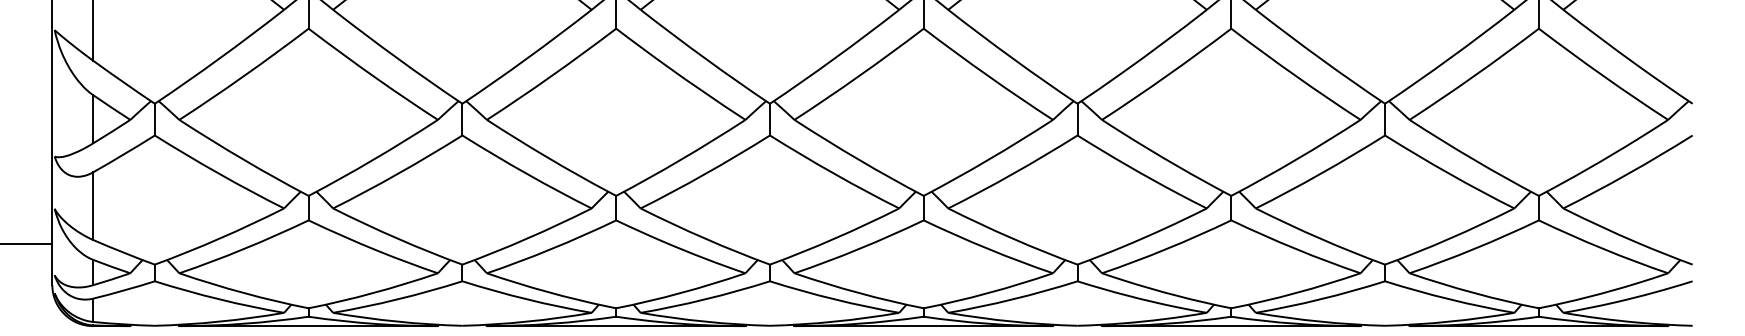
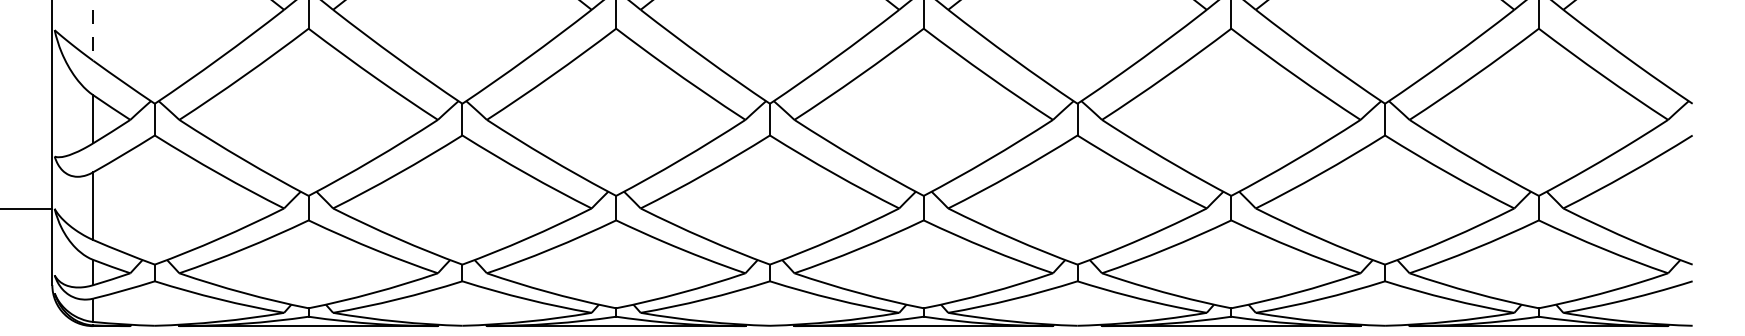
line at (93, 30): solid -> dashed
line at (27, 244) position: (27, 244) -> (27, 209)
